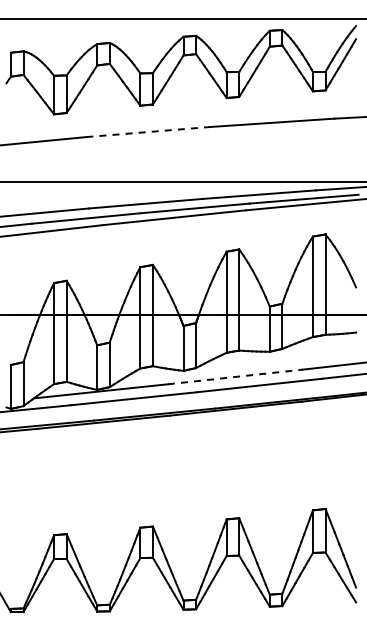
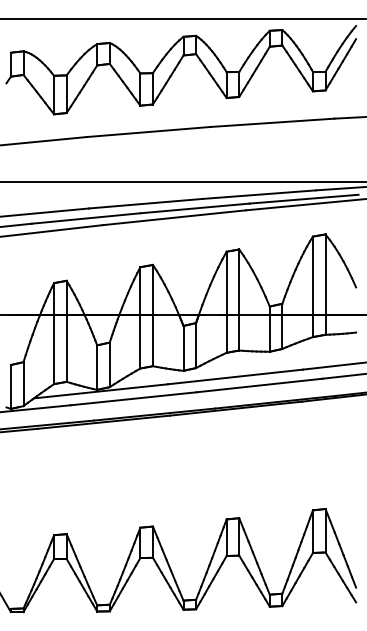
line at (148, 132): dashed -> solid
line at (235, 376): dashed -> solid
